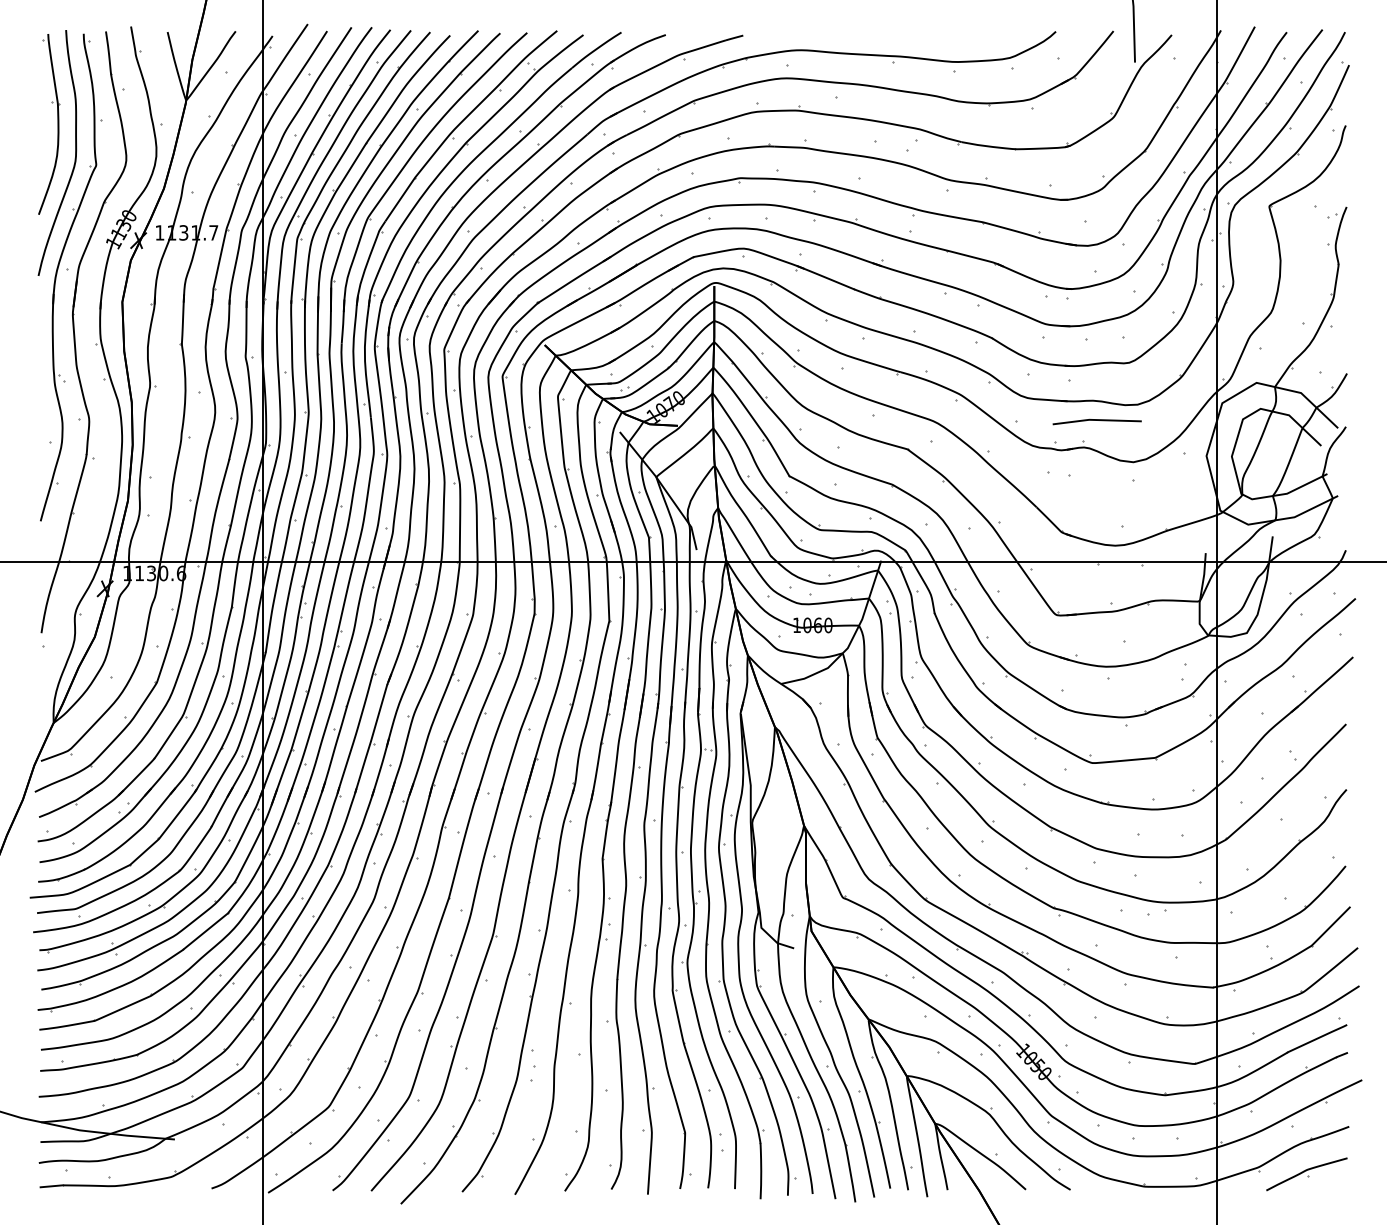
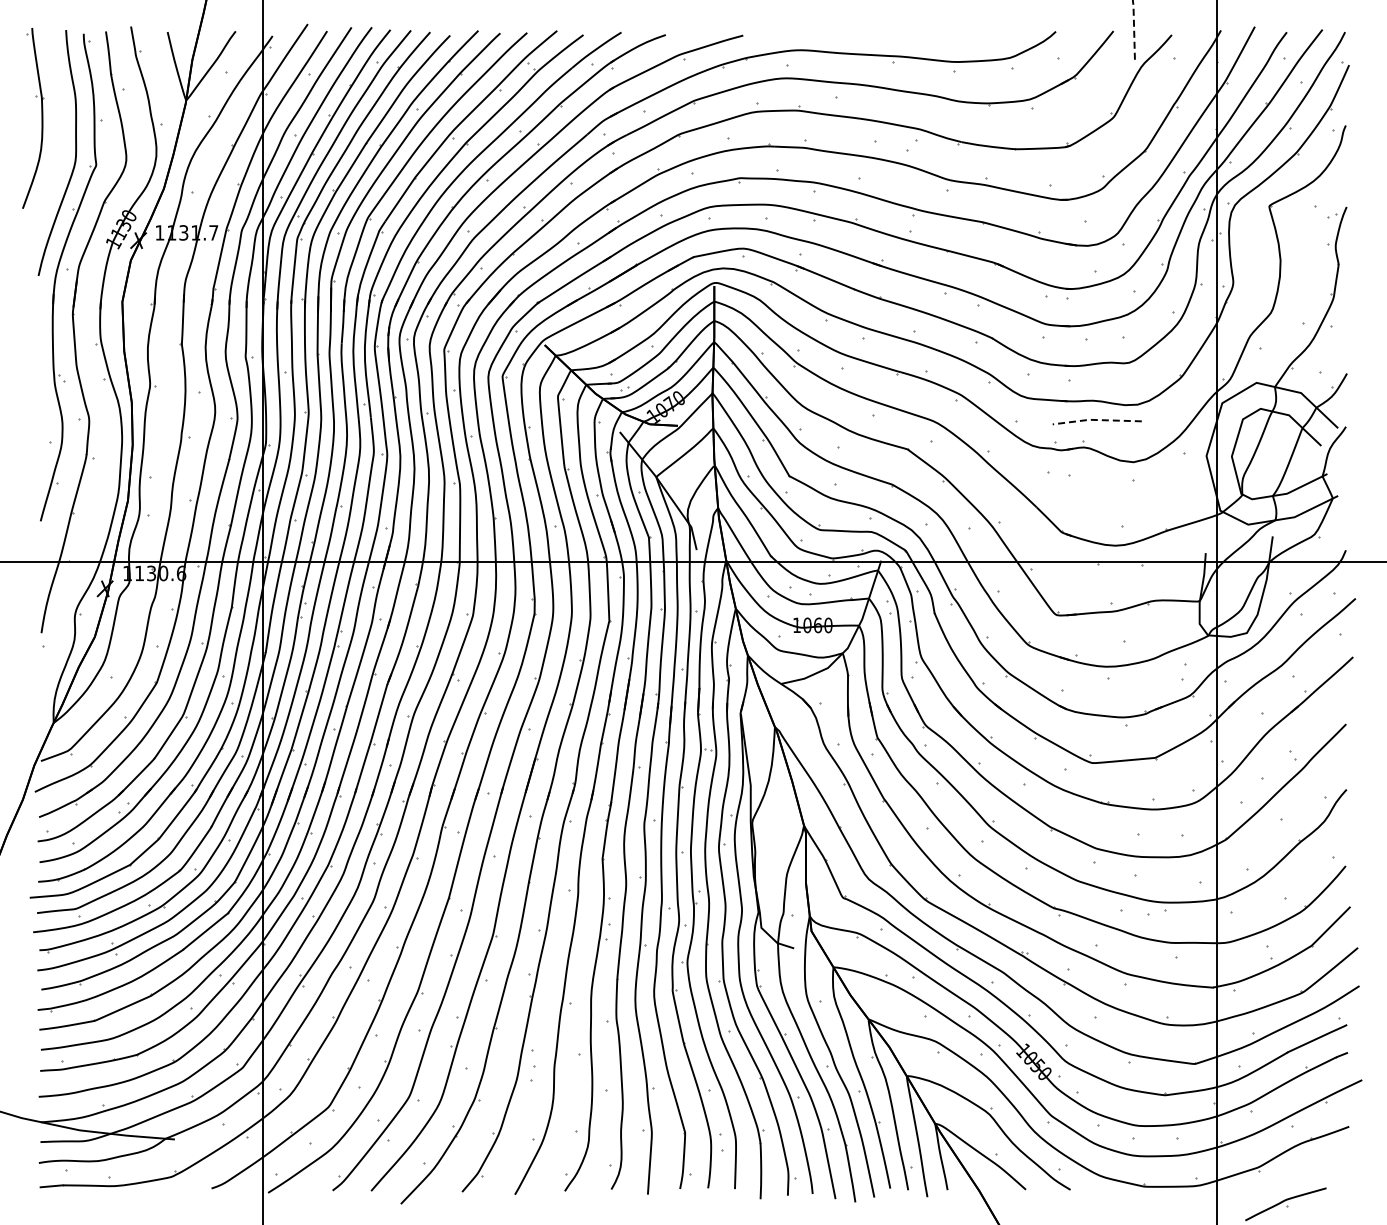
line at (1134, 30): solid -> dashed
part at (57, 124) position: (57, 124) -> (41, 118)
line at (1096, 420): solid -> dashed
part at (1306, 1174) position: (1306, 1174) -> (1285, 1204)
